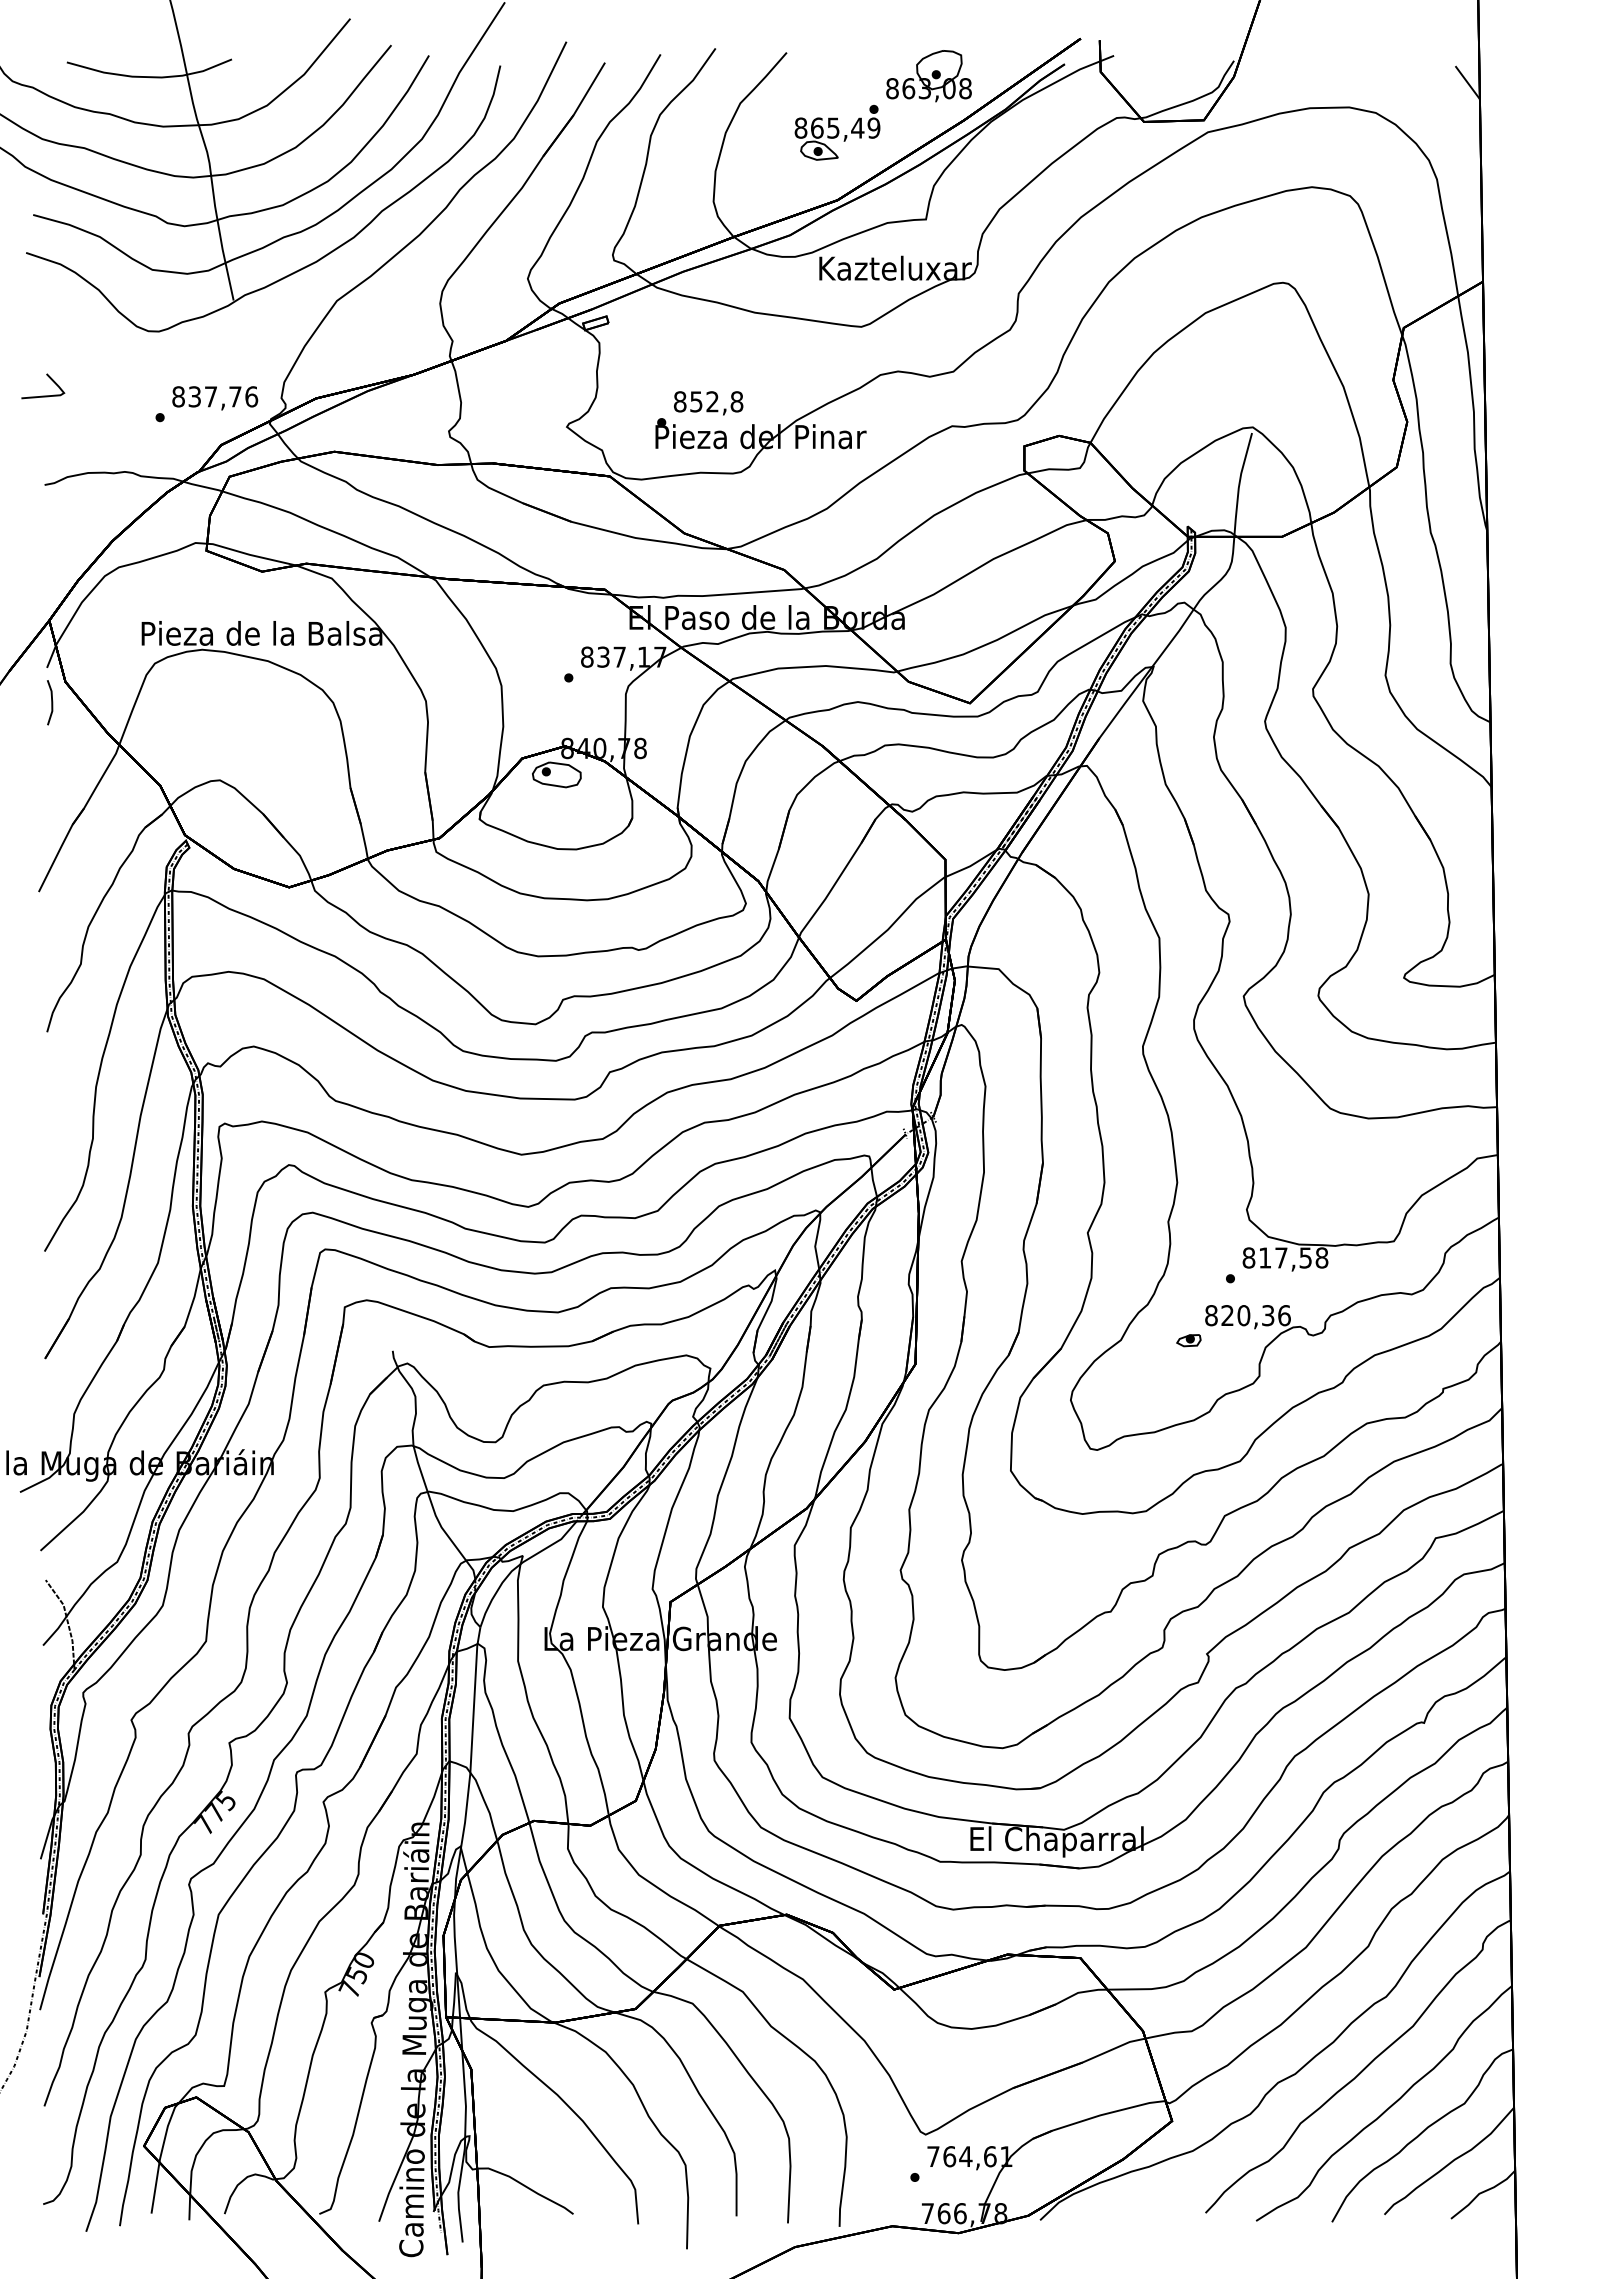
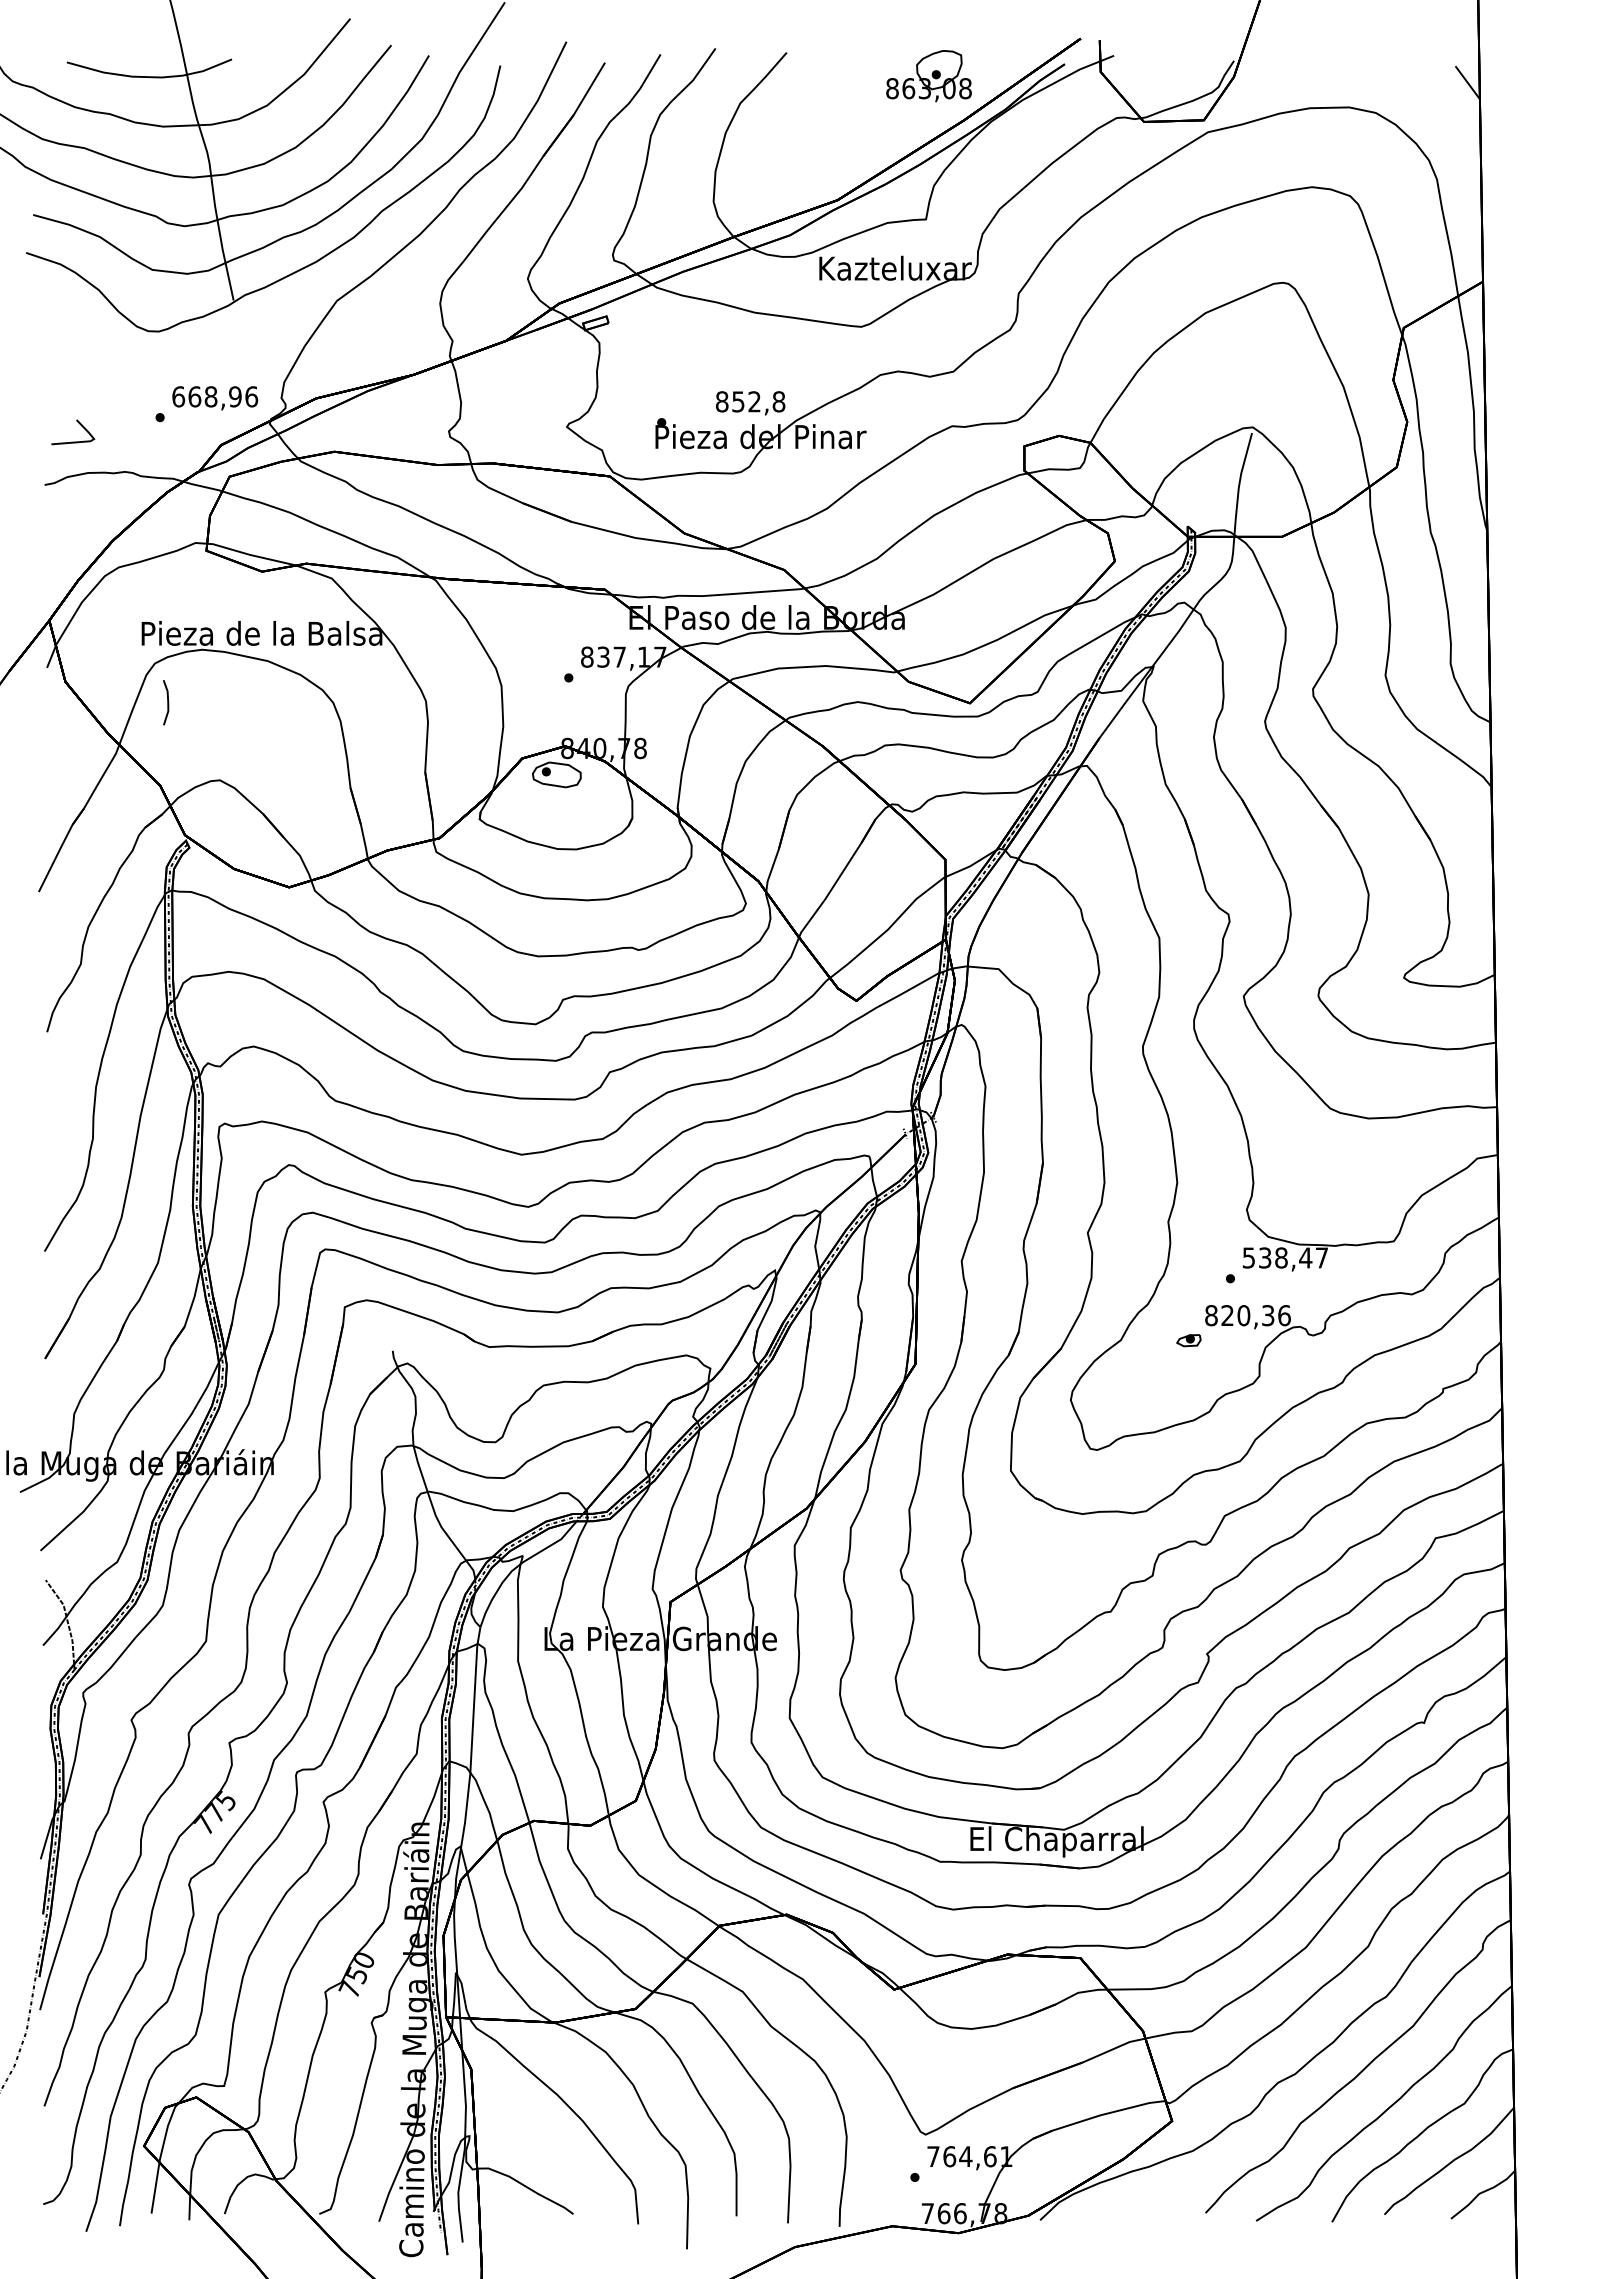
part at (837, 132): present -> none
line at (43, 395) position: (43, 395) -> (73, 441)
text at (206, 396): 837,76 -> 668,96
text at (708, 403) position: (708, 403) -> (750, 403)
line at (51, 702) position: (51, 702) -> (167, 702)
text at (1285, 1257): 817,58 -> 538,47
